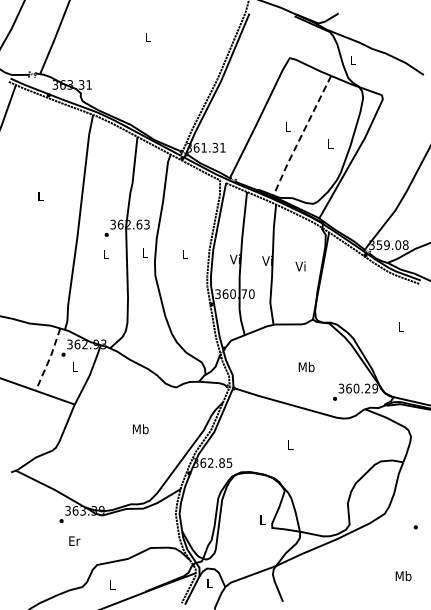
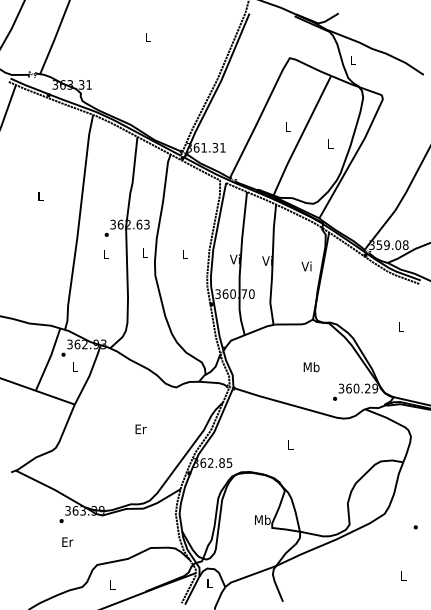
line at (301, 136): dashed -> solid
text at (300, 266) position: (300, 266) -> (306, 266)
line at (49, 359): dashed -> solid
text at (306, 367) position: (306, 367) -> (311, 367)
text at (140, 429): Mb -> Er
text at (262, 519): L -> Mb
text at (74, 540) position: (74, 540) -> (67, 541)
text at (403, 576): Mb -> L
